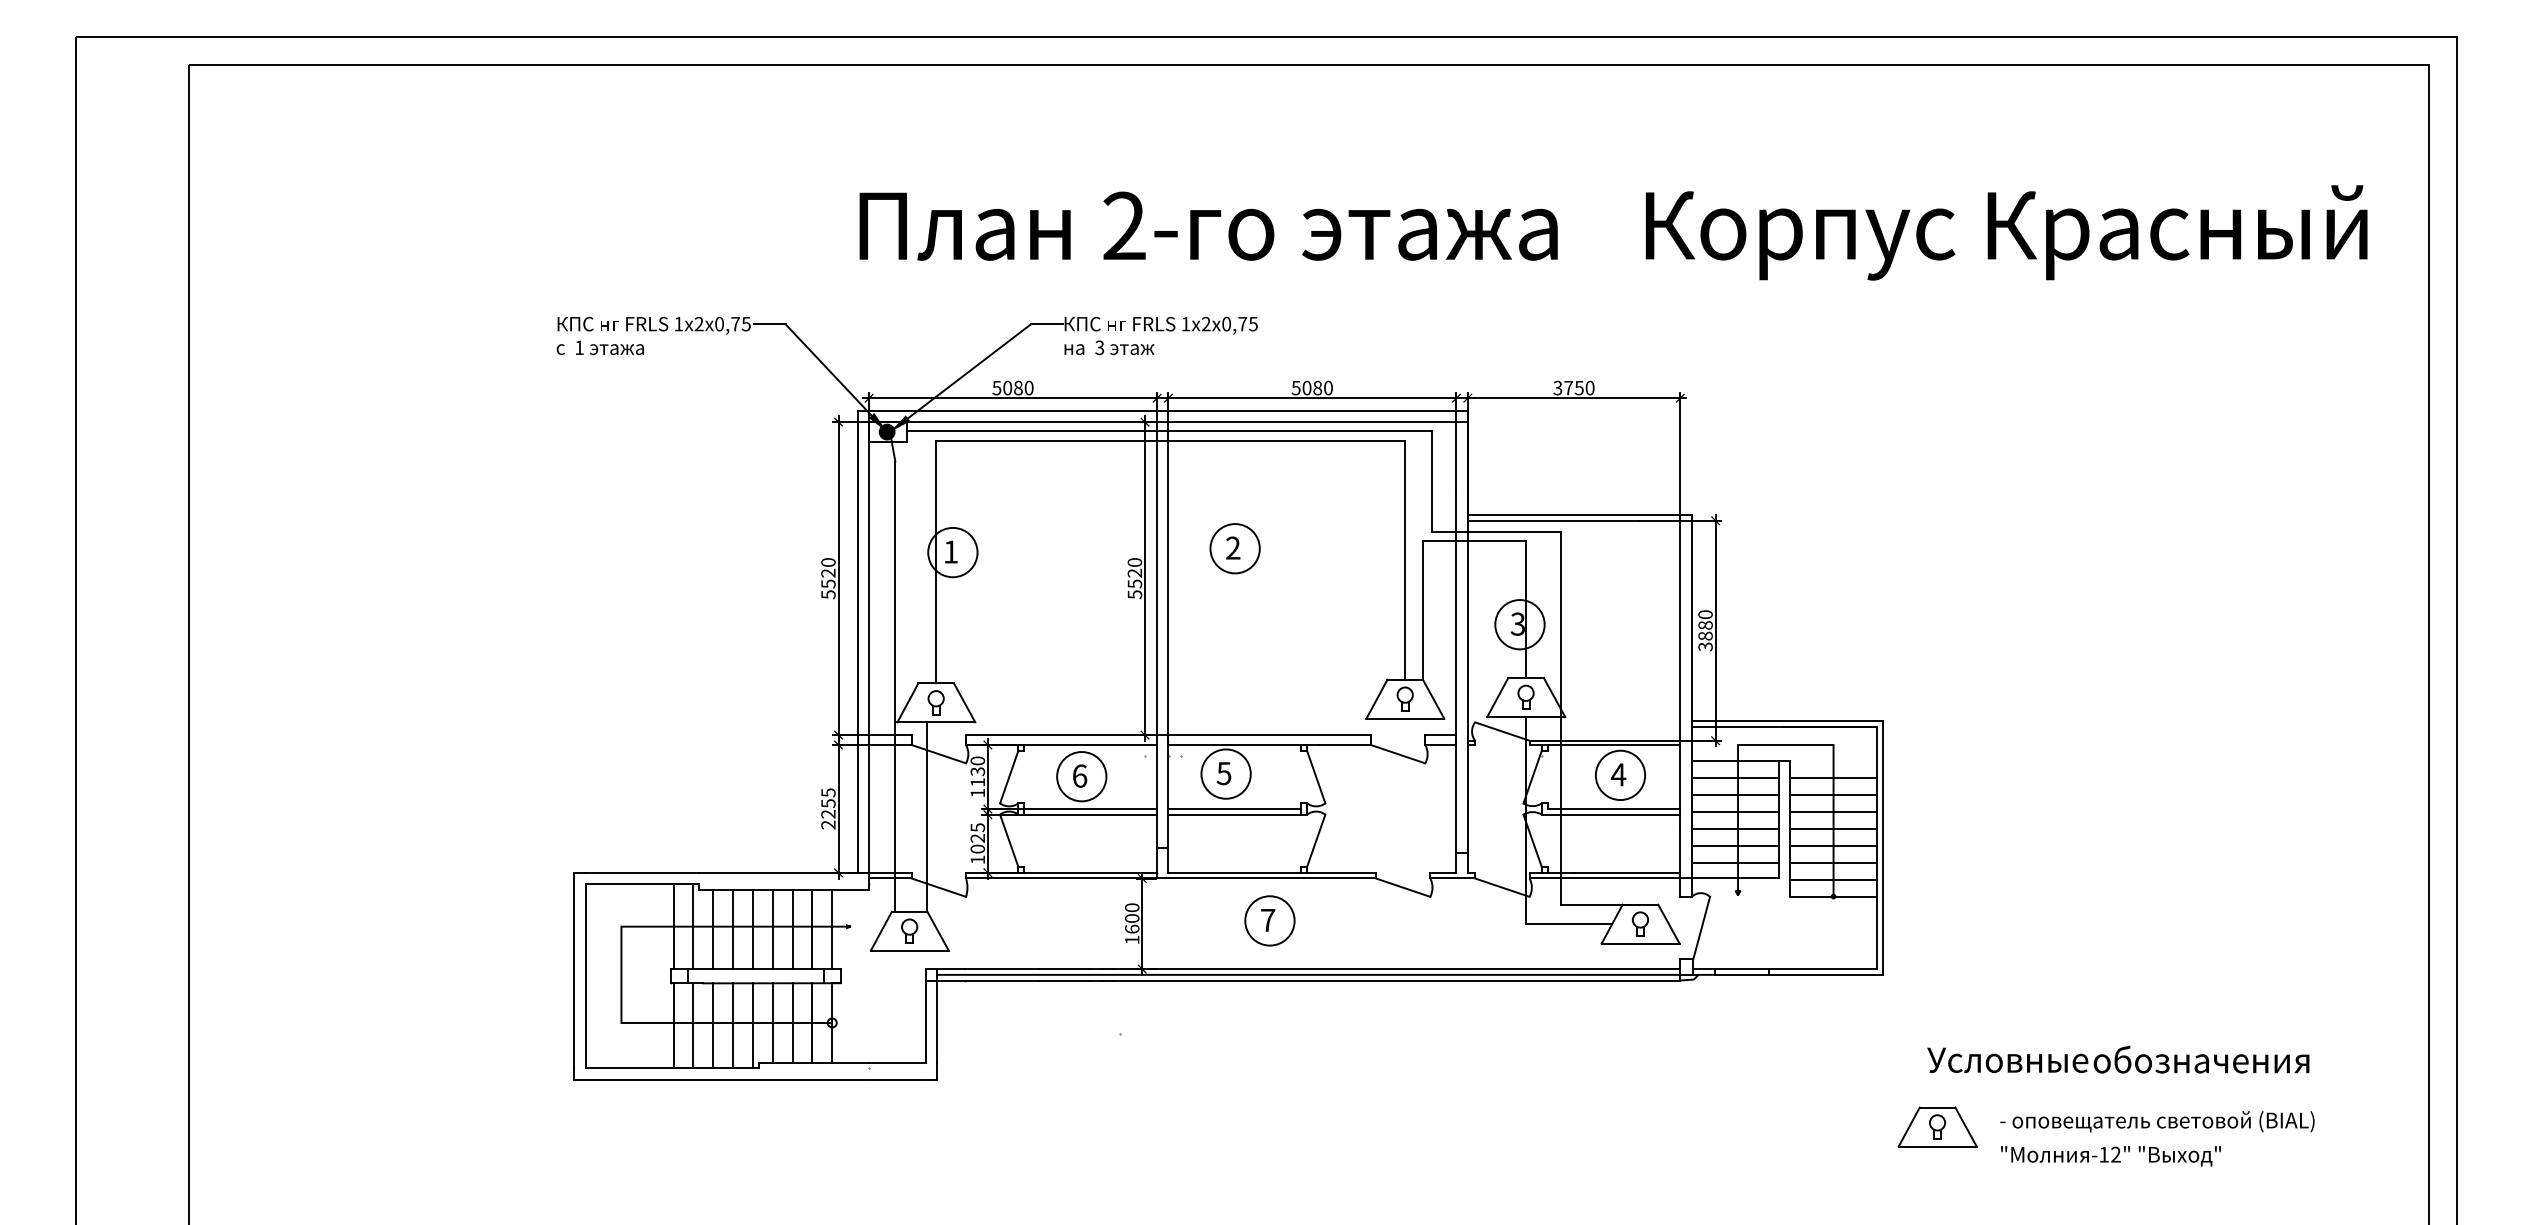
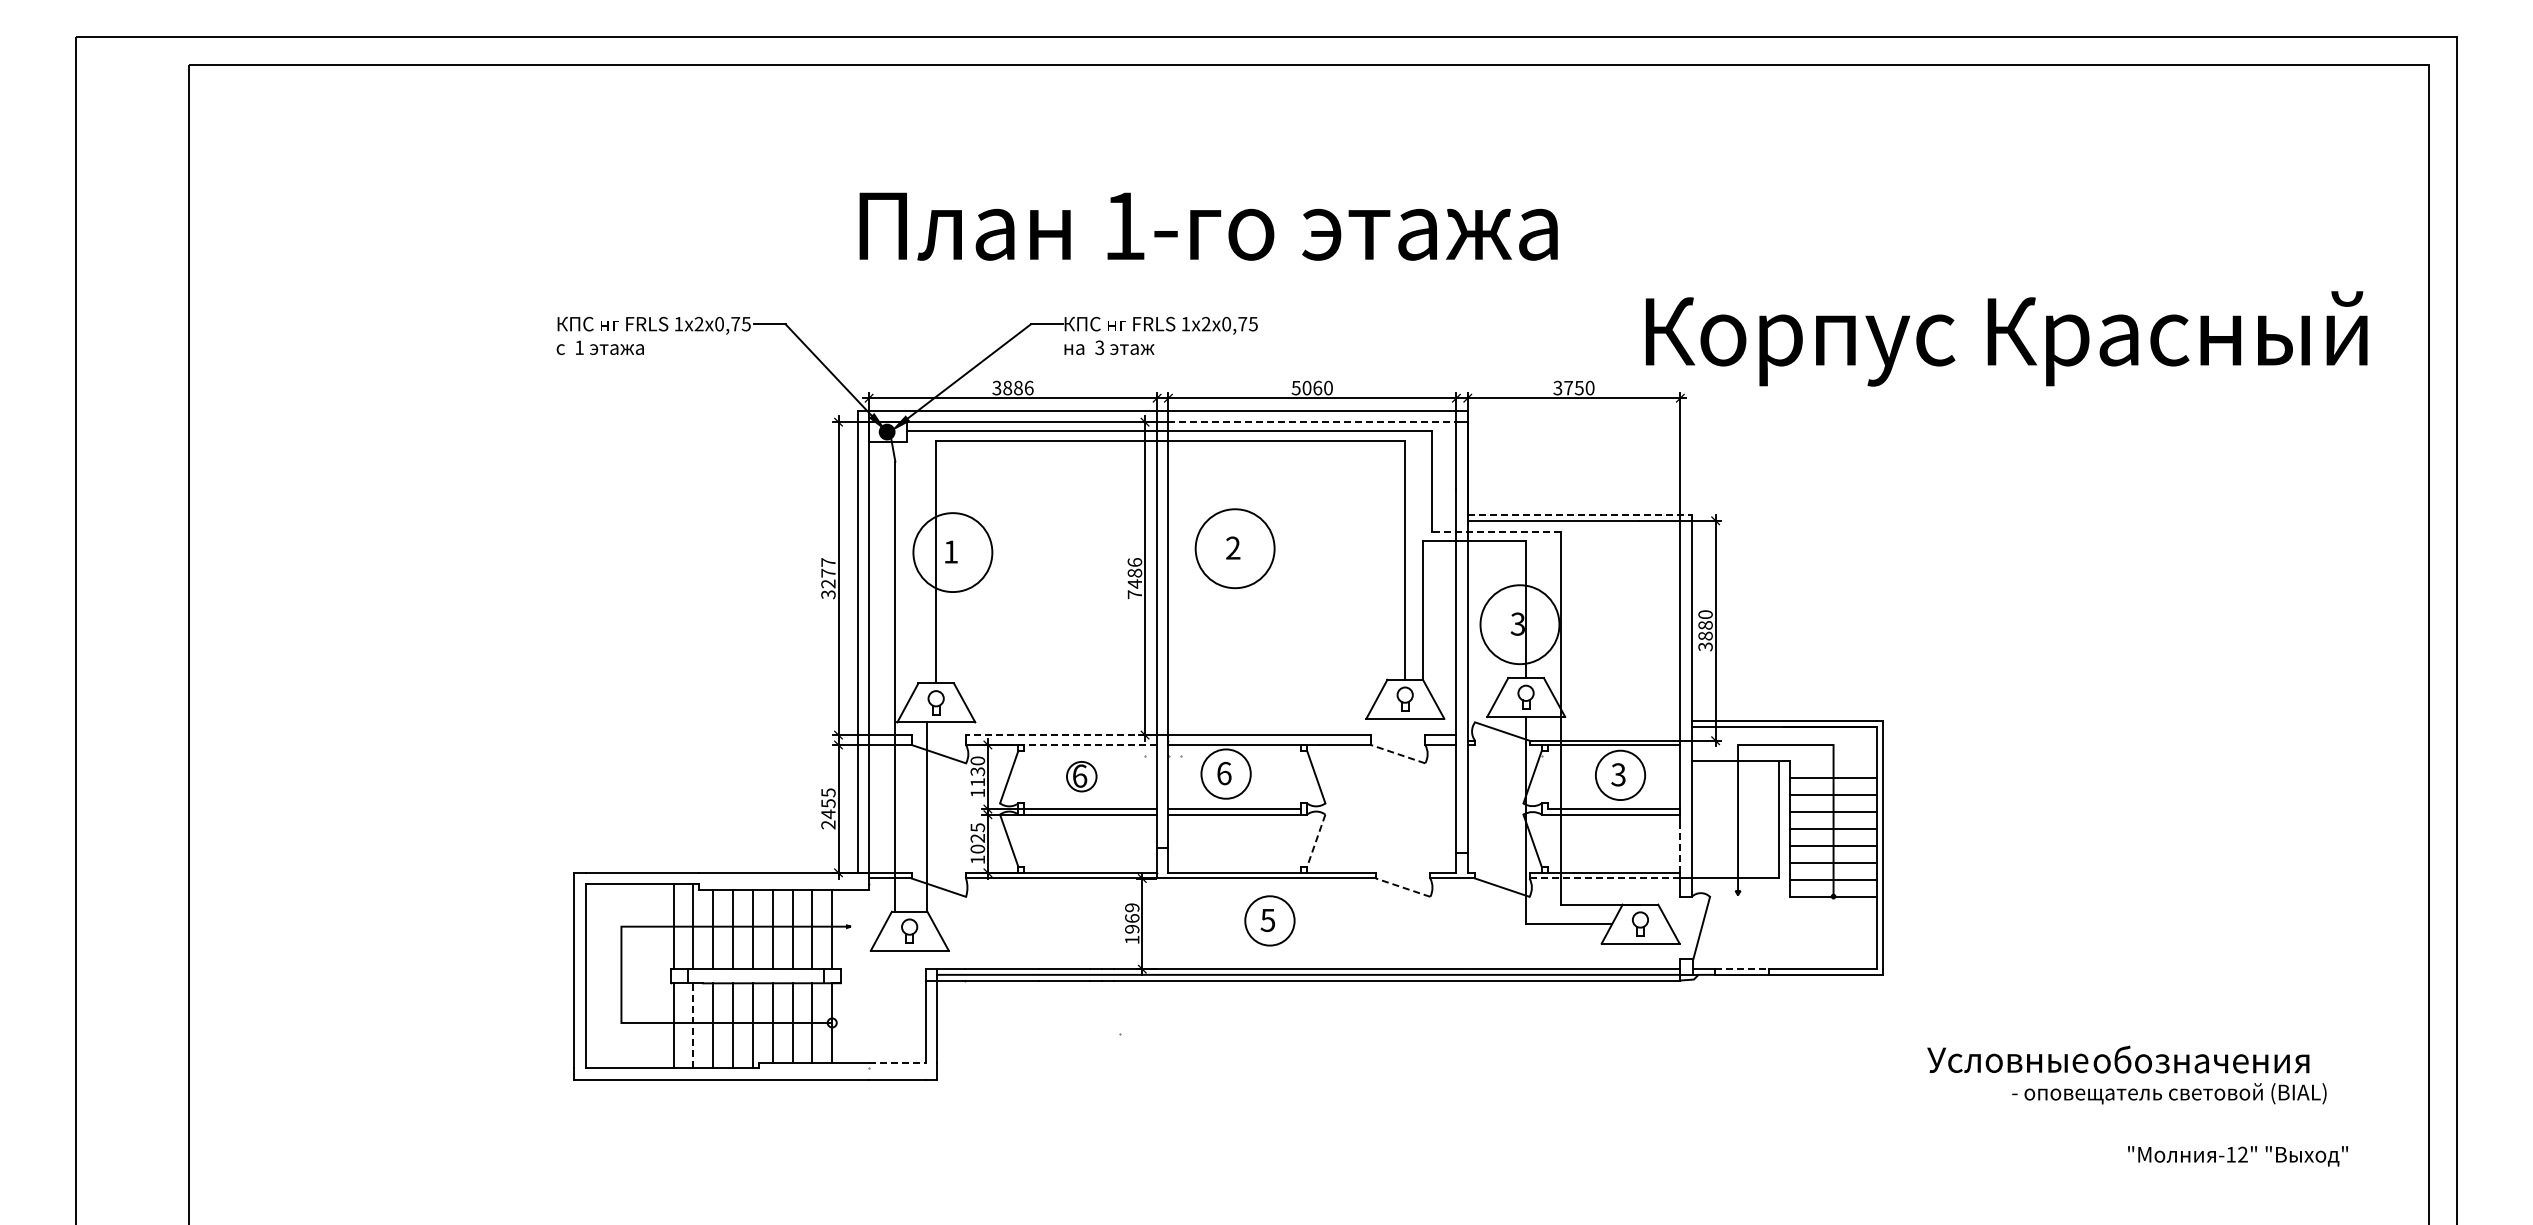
text at (1124, 225): 2- -> 1-
text at (2006, 232) position: (2006, 232) -> (2006, 338)
text at (1013, 387): 5080 -> 3886
text at (1317, 387): 5080 -> 5060
line at (1312, 422): solid -> dashed
line at (1579, 515): solid -> dashed
line at (1495, 531): solid -> dashed
circle at (1234, 548) diameter: 49 px -> 79 px
circle at (952, 552) diameter: 49 px -> 79 px
text at (828, 578): 5520 -> 3277
text at (1134, 578): 5520 -> 7486
circle at (1519, 624) diameter: 49 px -> 79 px
line at (1061, 735): solid -> dashed
line at (1081, 744): solid -> dashed
line at (1398, 754): solid -> dashed
text at (1223, 773): 5 -> 6
text at (1618, 774): 4 -> 3
circle at (1081, 776) diameter: 49 px -> 30 px
line at (1734, 777): present -> none
line at (1734, 794): present -> none
line at (1734, 811): present -> none
text at (828, 814): 2255 -> 2455
line at (1734, 828): present -> none
line at (1316, 840): solid -> dashed
line at (1734, 845): present -> none
line at (1680, 849): solid -> dashed
line at (1734, 862): present -> none
line at (1605, 878): solid -> dashed
line at (1403, 887): solid -> dashed
text at (1132, 918): 1600 -> 1969
text at (1267, 920): 7 -> 5
line at (1742, 969): solid -> dashed
line at (693, 1025): solid -> dashed
line at (897, 1062): solid -> dashed
text at (2157, 1121) position: (2157, 1121) -> (2169, 1093)
part at (1937, 1126): present -> none
text at (2110, 1156) position: (2110, 1156) -> (2237, 1156)
